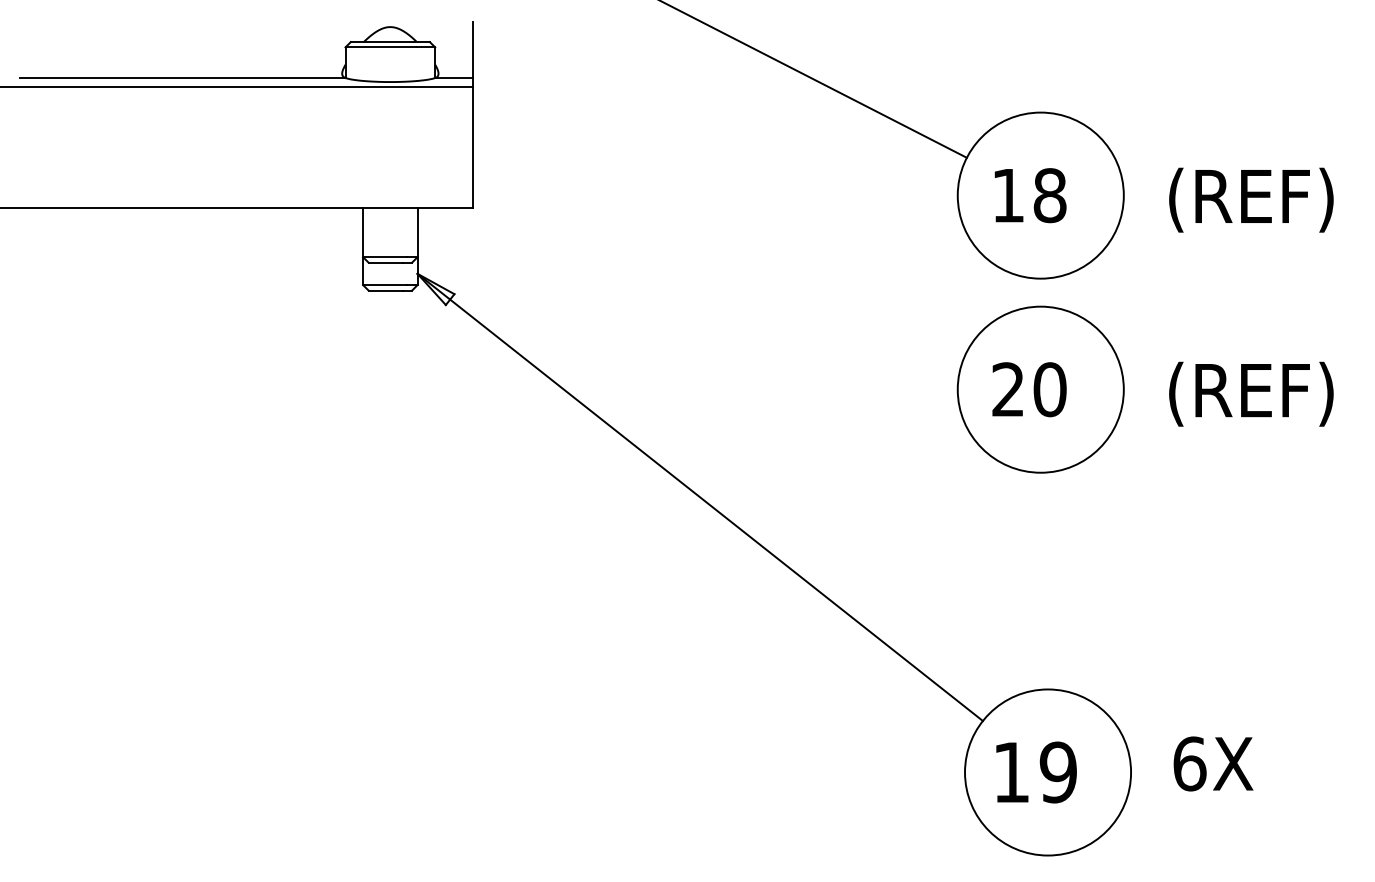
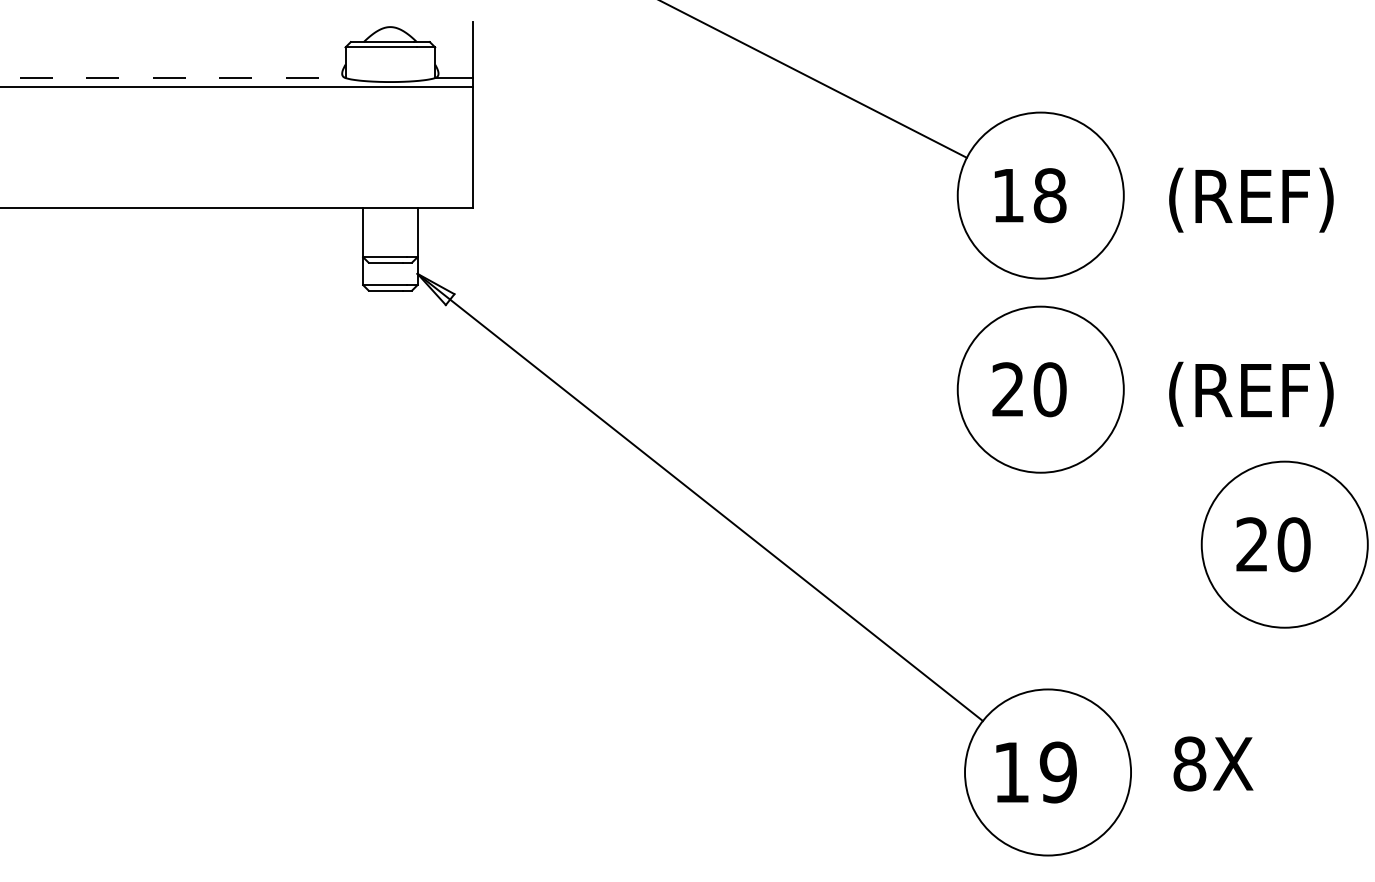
line at (182, 78): solid -> dashed
part at (1284, 544): none -> present
text at (1189, 763): 6X -> 8X
